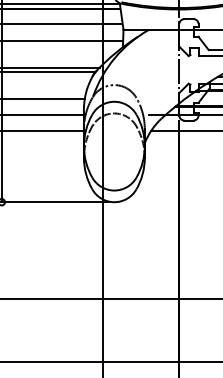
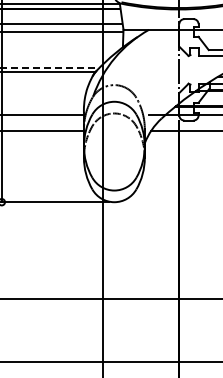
line at (62, 40) position: (62, 40) -> (62, 31)
line at (50, 67): solid -> dashed
line at (43, 99): present -> none
